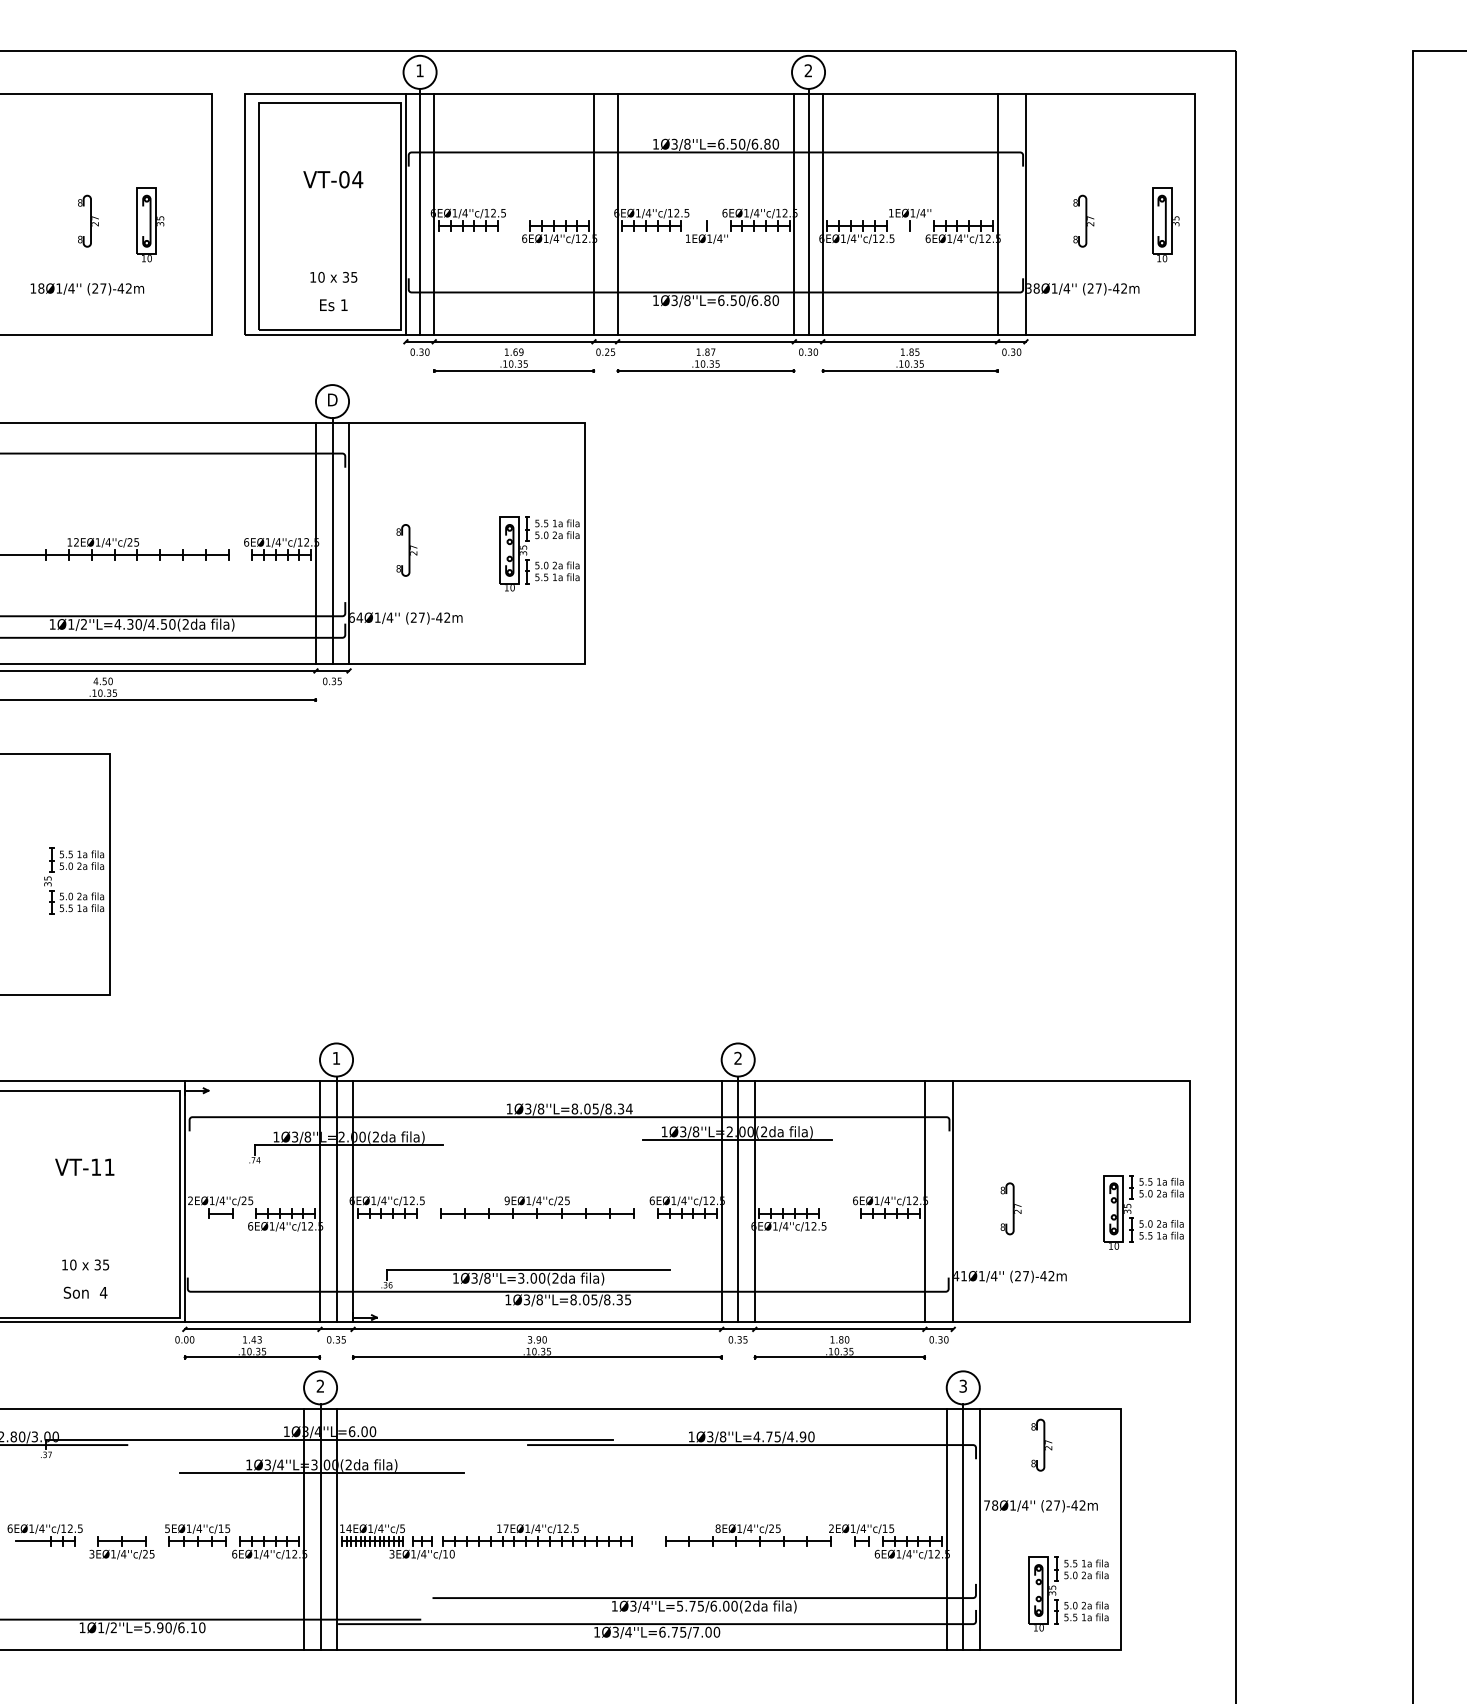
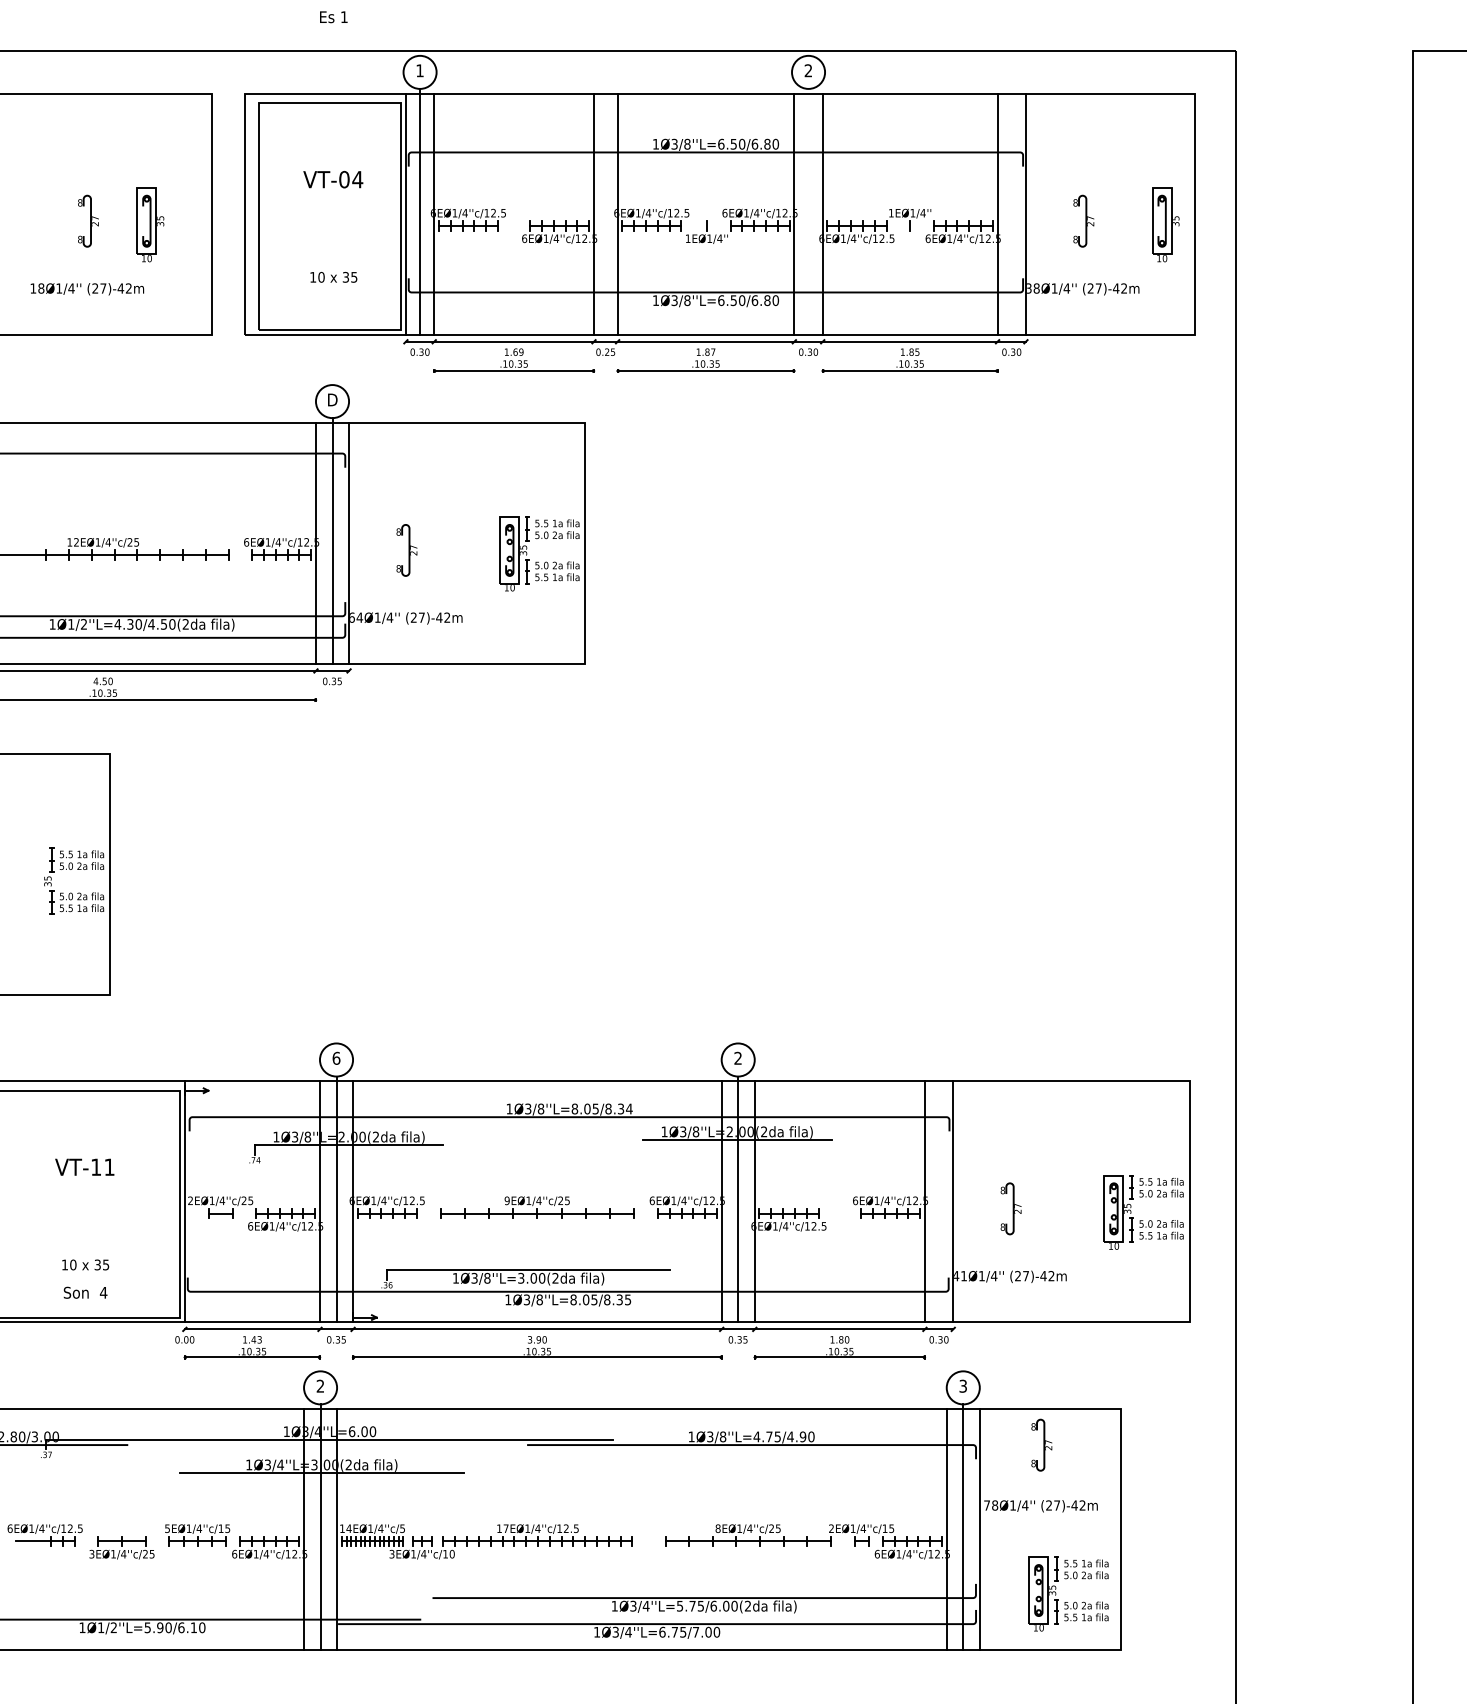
line at (808, 211): present -> none
text at (333, 305) position: (333, 305) -> (333, 17)
text at (336, 1057): 1 -> 6
